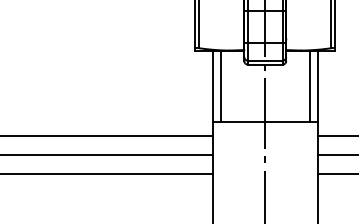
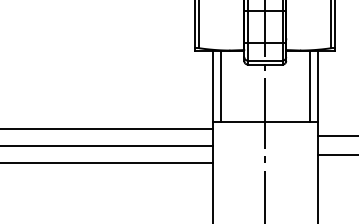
line at (107, 136) position: (107, 136) -> (107, 129)
line at (107, 155) position: (107, 155) -> (107, 146)
line at (107, 174) position: (107, 174) -> (107, 163)
line at (336, 174): present -> none
